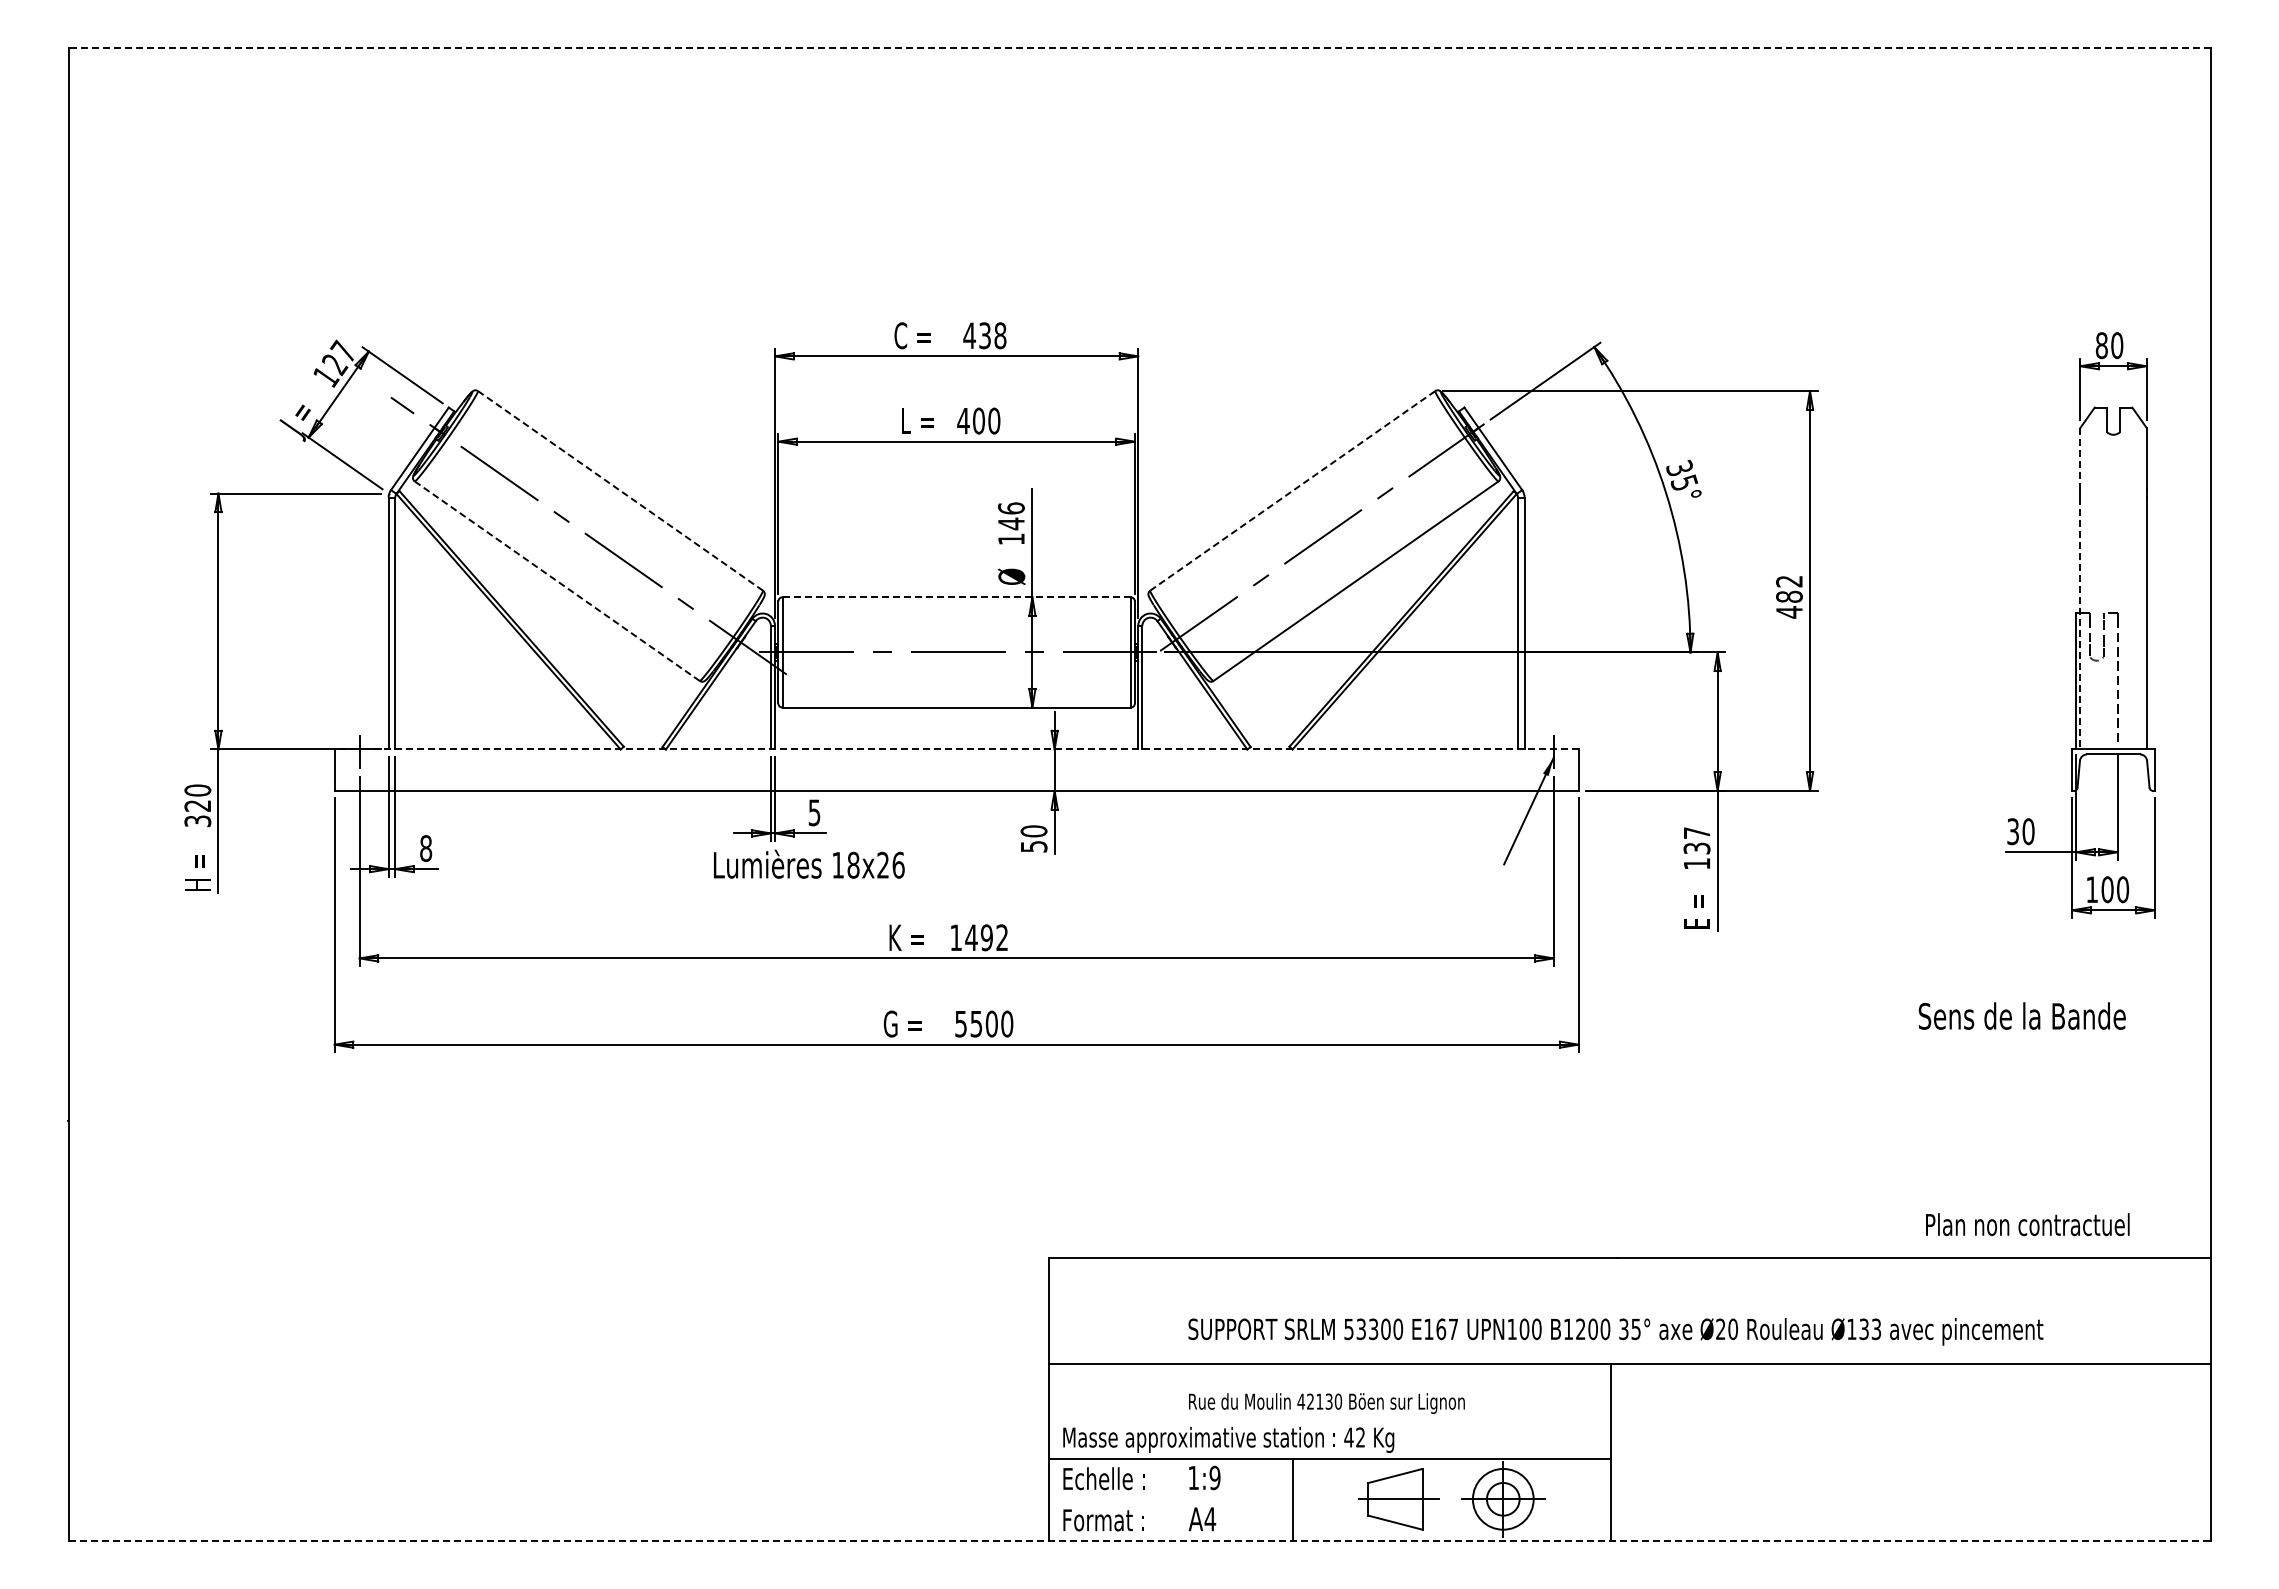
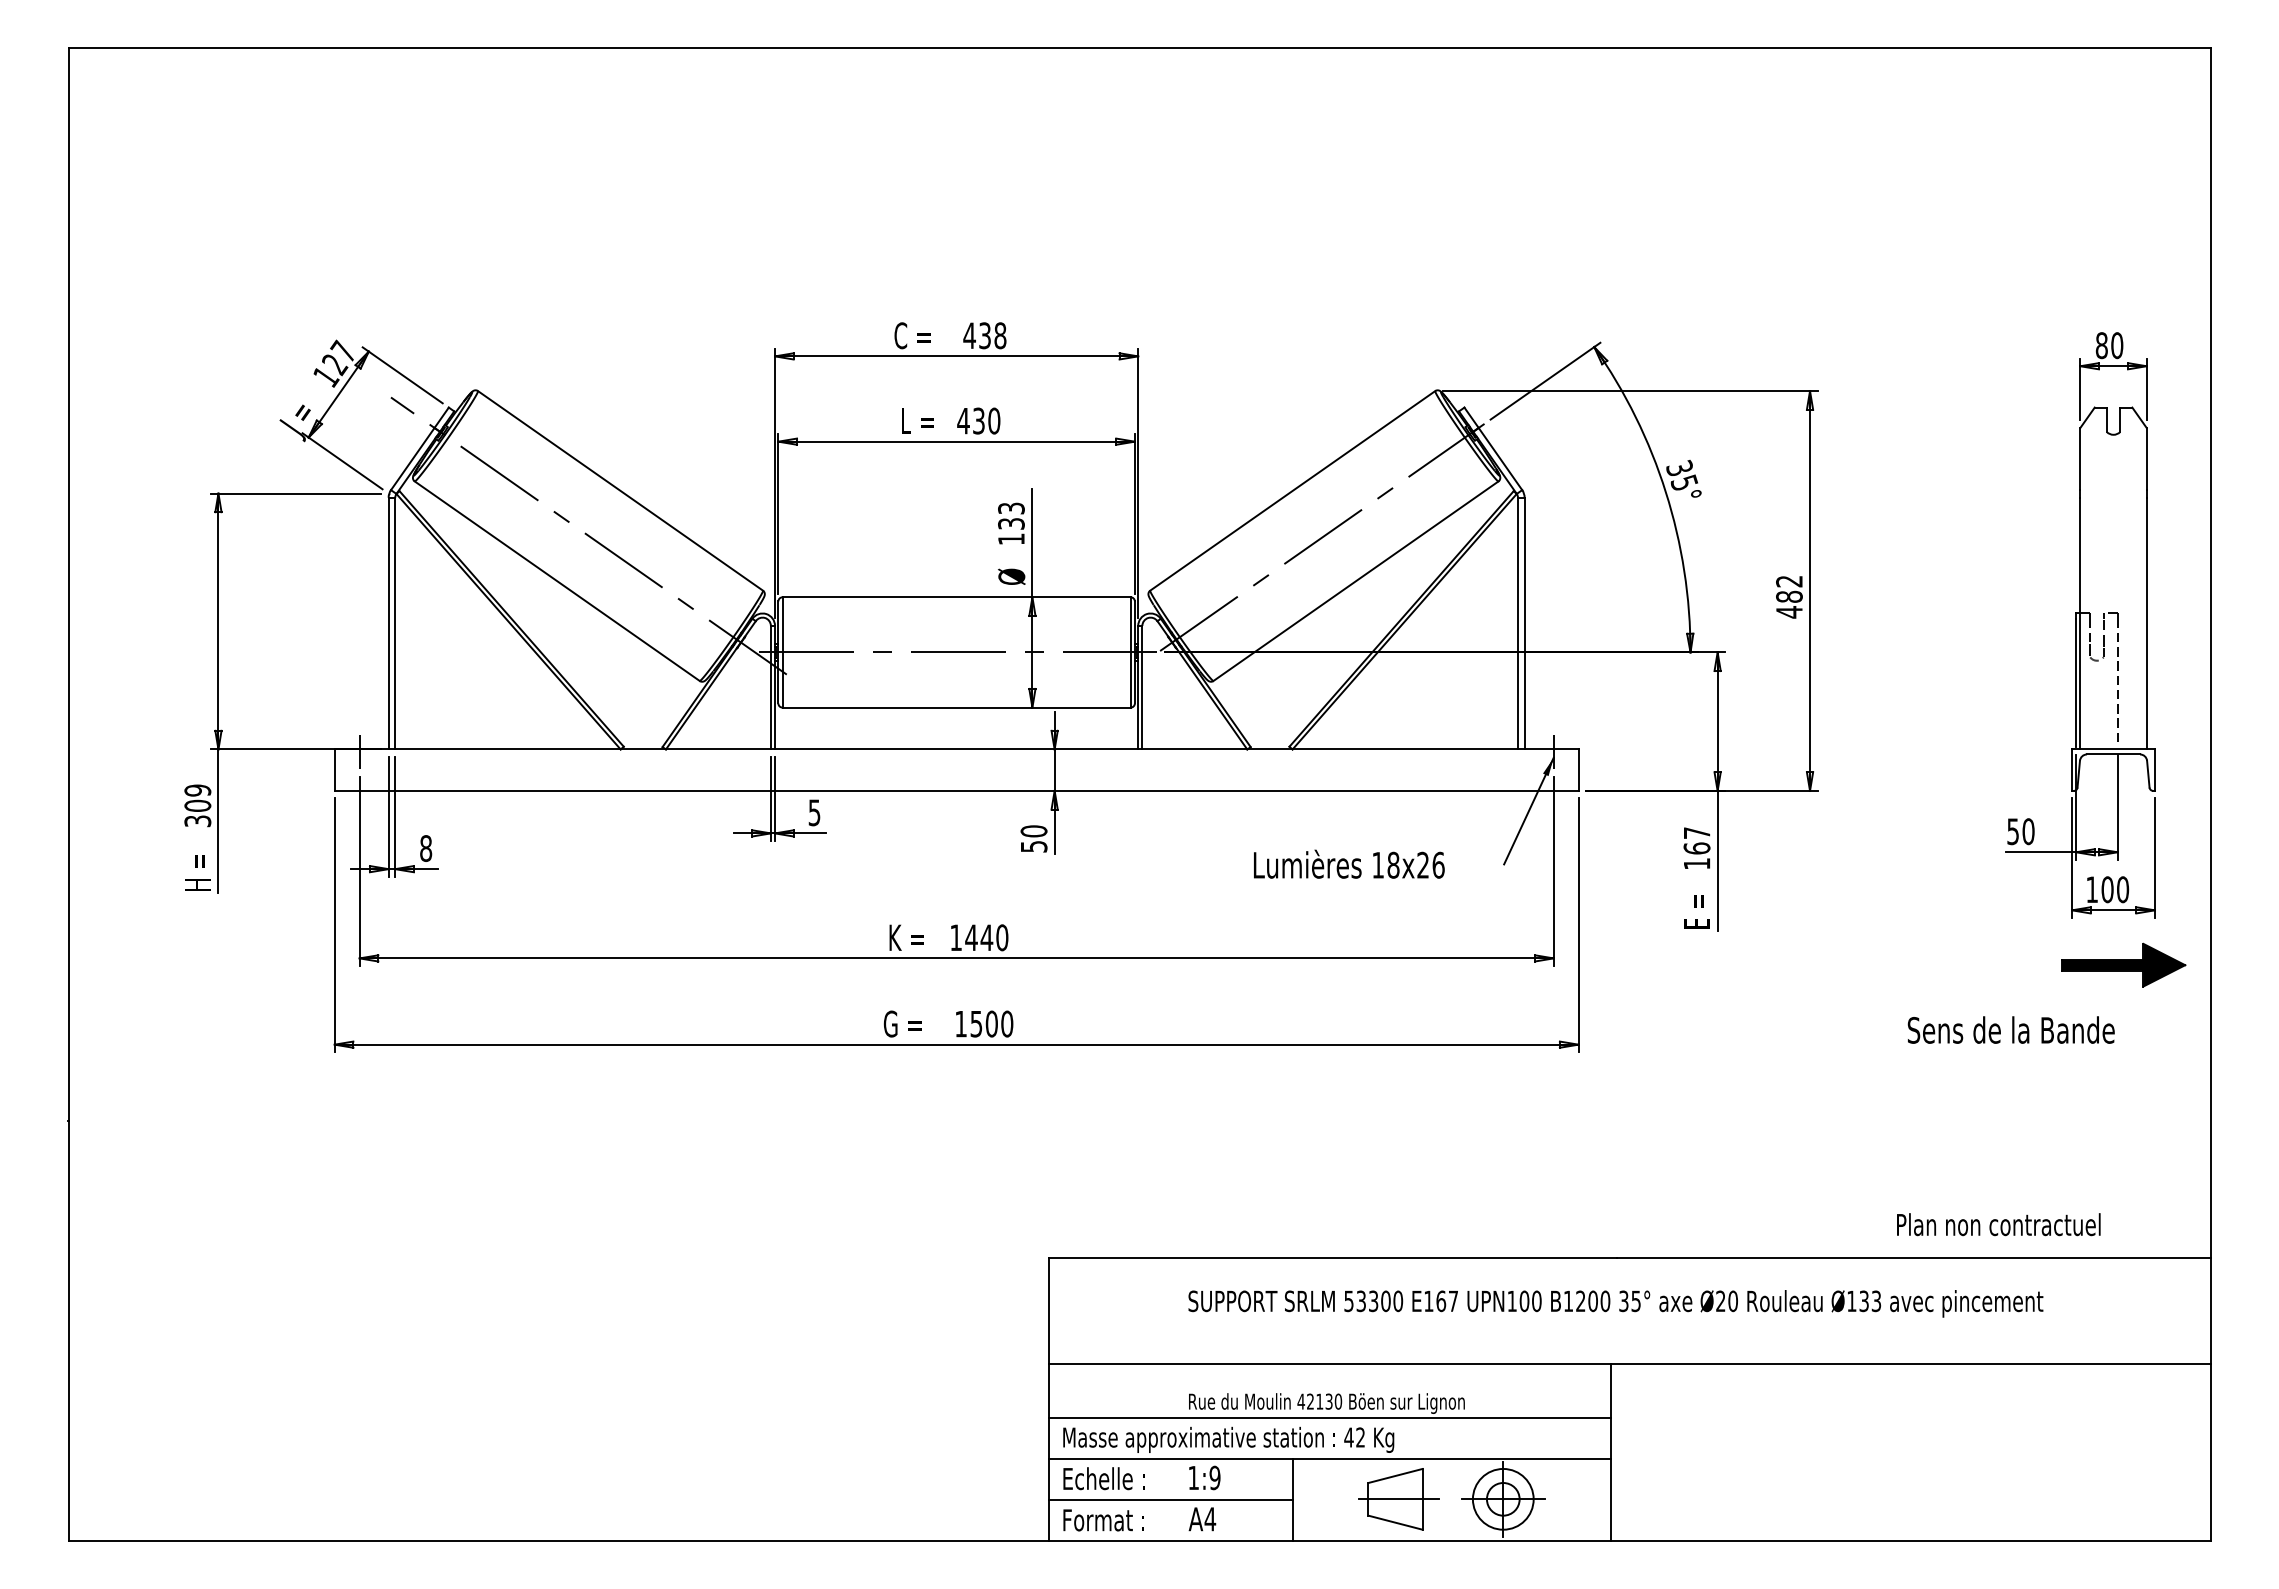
line at (1139, 47): dashed -> solid
text at (978, 420): 400 -> 430
line at (2080, 459): dashed -> solid
line at (620, 490): dashed -> solid
line at (1292, 490): dashed -> solid
text at (1011, 516): 146 -> 133
line at (557, 581): dashed -> solid
line at (956, 597): dashed -> solid
line at (2080, 623): dashed -> solid
line at (956, 749): dashed -> solid
text at (197, 797): 320 -> 309
text at (2013, 831): 30 -> 50
text at (1696, 848): 137 -> 167
text at (809, 863) position: (809, 863) -> (1349, 863)
text at (994, 937): 1492 -> 1440
part at (2123, 964): none -> present
text at (2021, 1015) position: (2021, 1015) -> (2010, 1029)
text at (960, 1024): 5500 -> 1500
text at (2027, 1224) position: (2027, 1224) -> (1998, 1224)
text at (1615, 1331) position: (1615, 1331) -> (1615, 1303)
line at (1330, 1418): none -> present
line at (1170, 1500): none -> present
line at (1139, 1541): dashed -> solid
